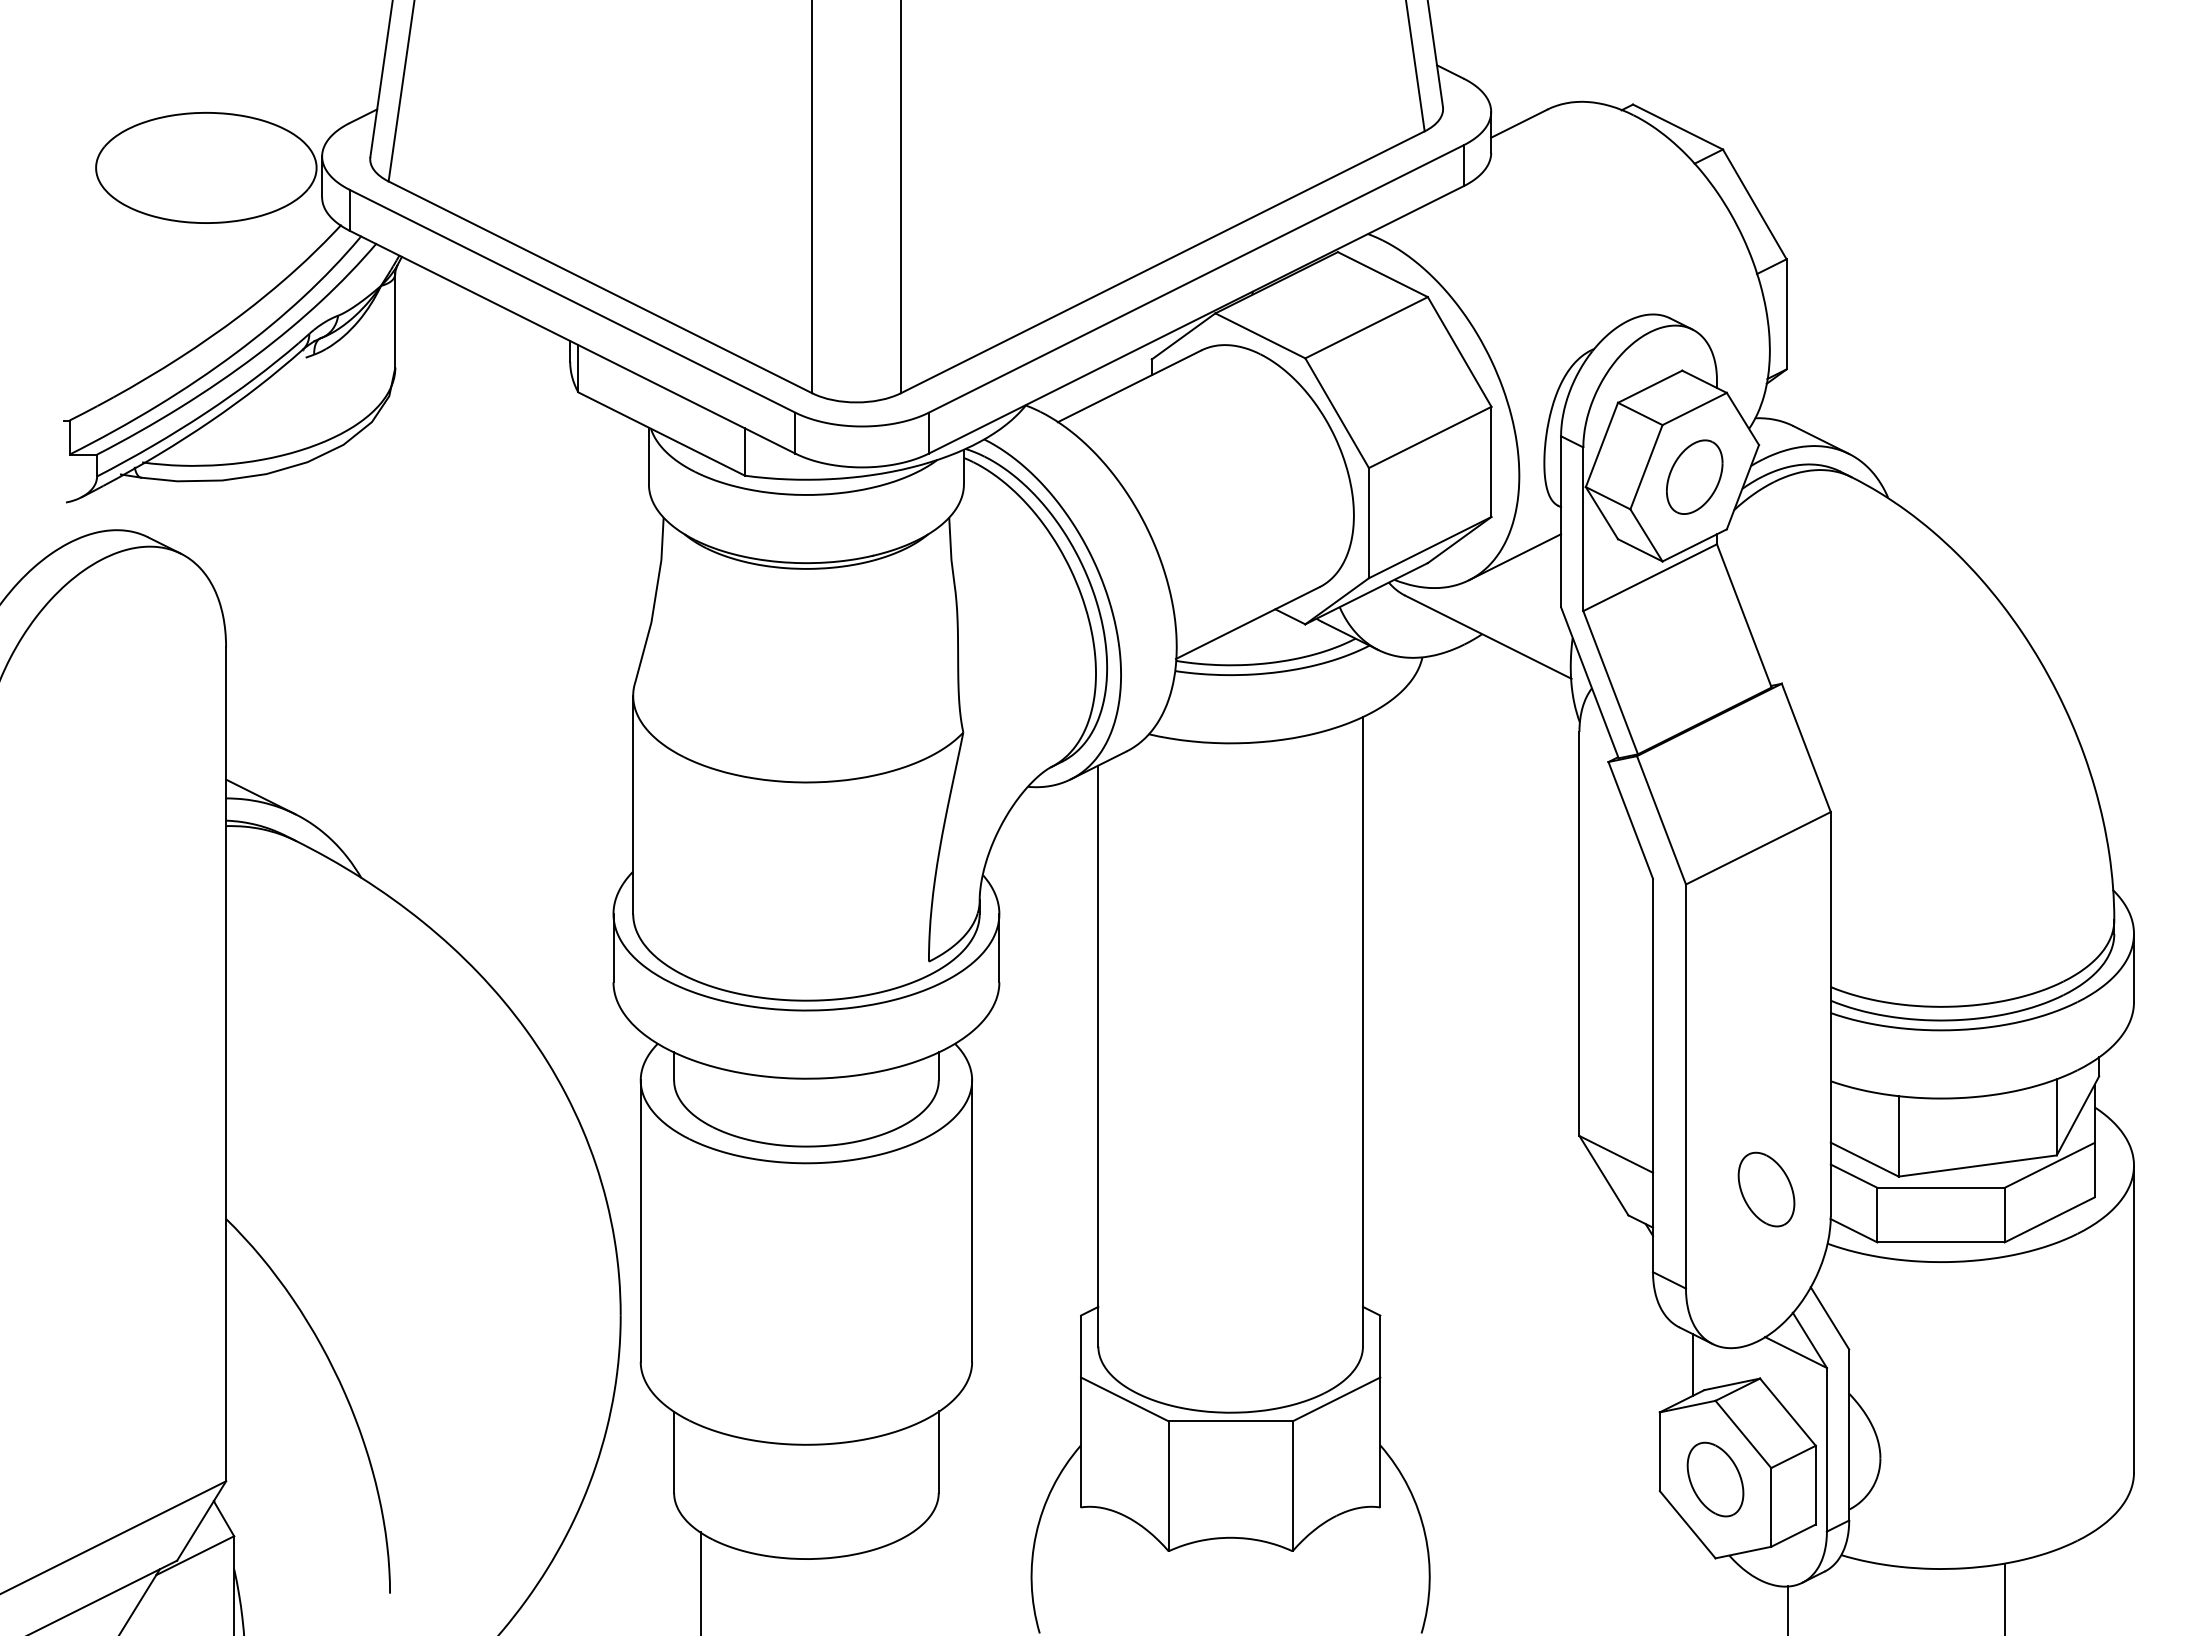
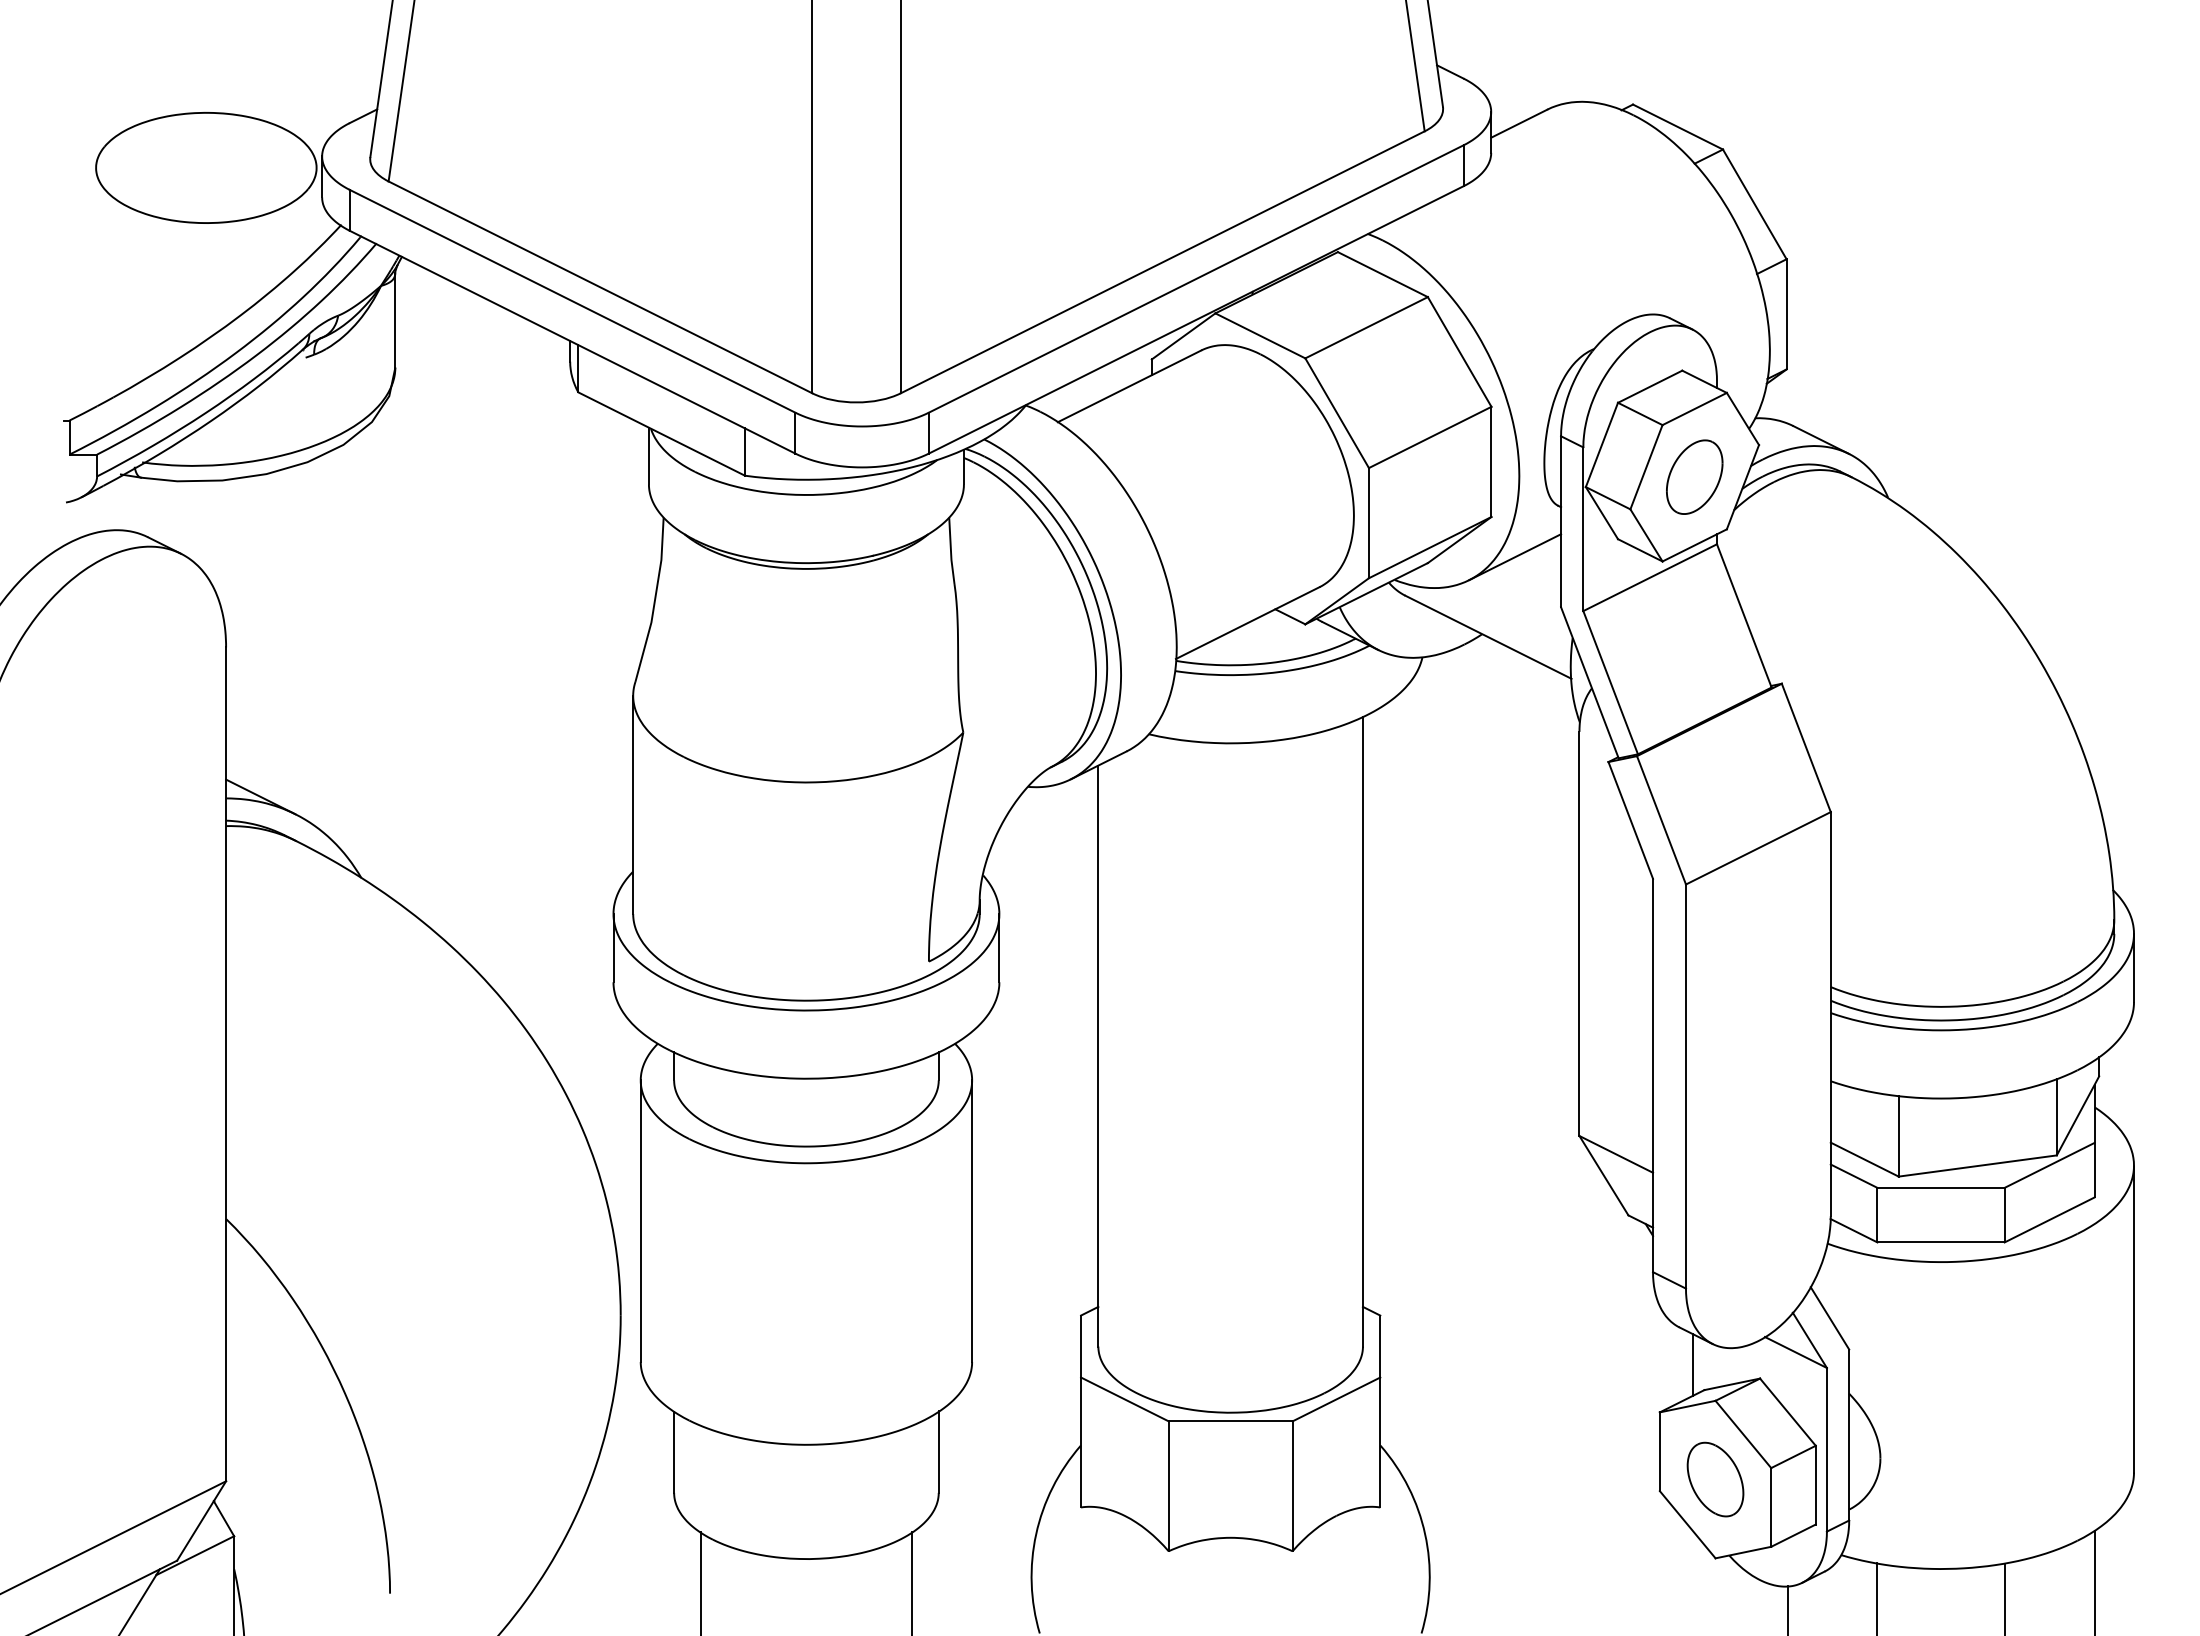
part at (1766, 1189): present -> none
line at (2094, 1581): none -> present
line at (912, 1582): none -> present
line at (1877, 1597): none -> present
